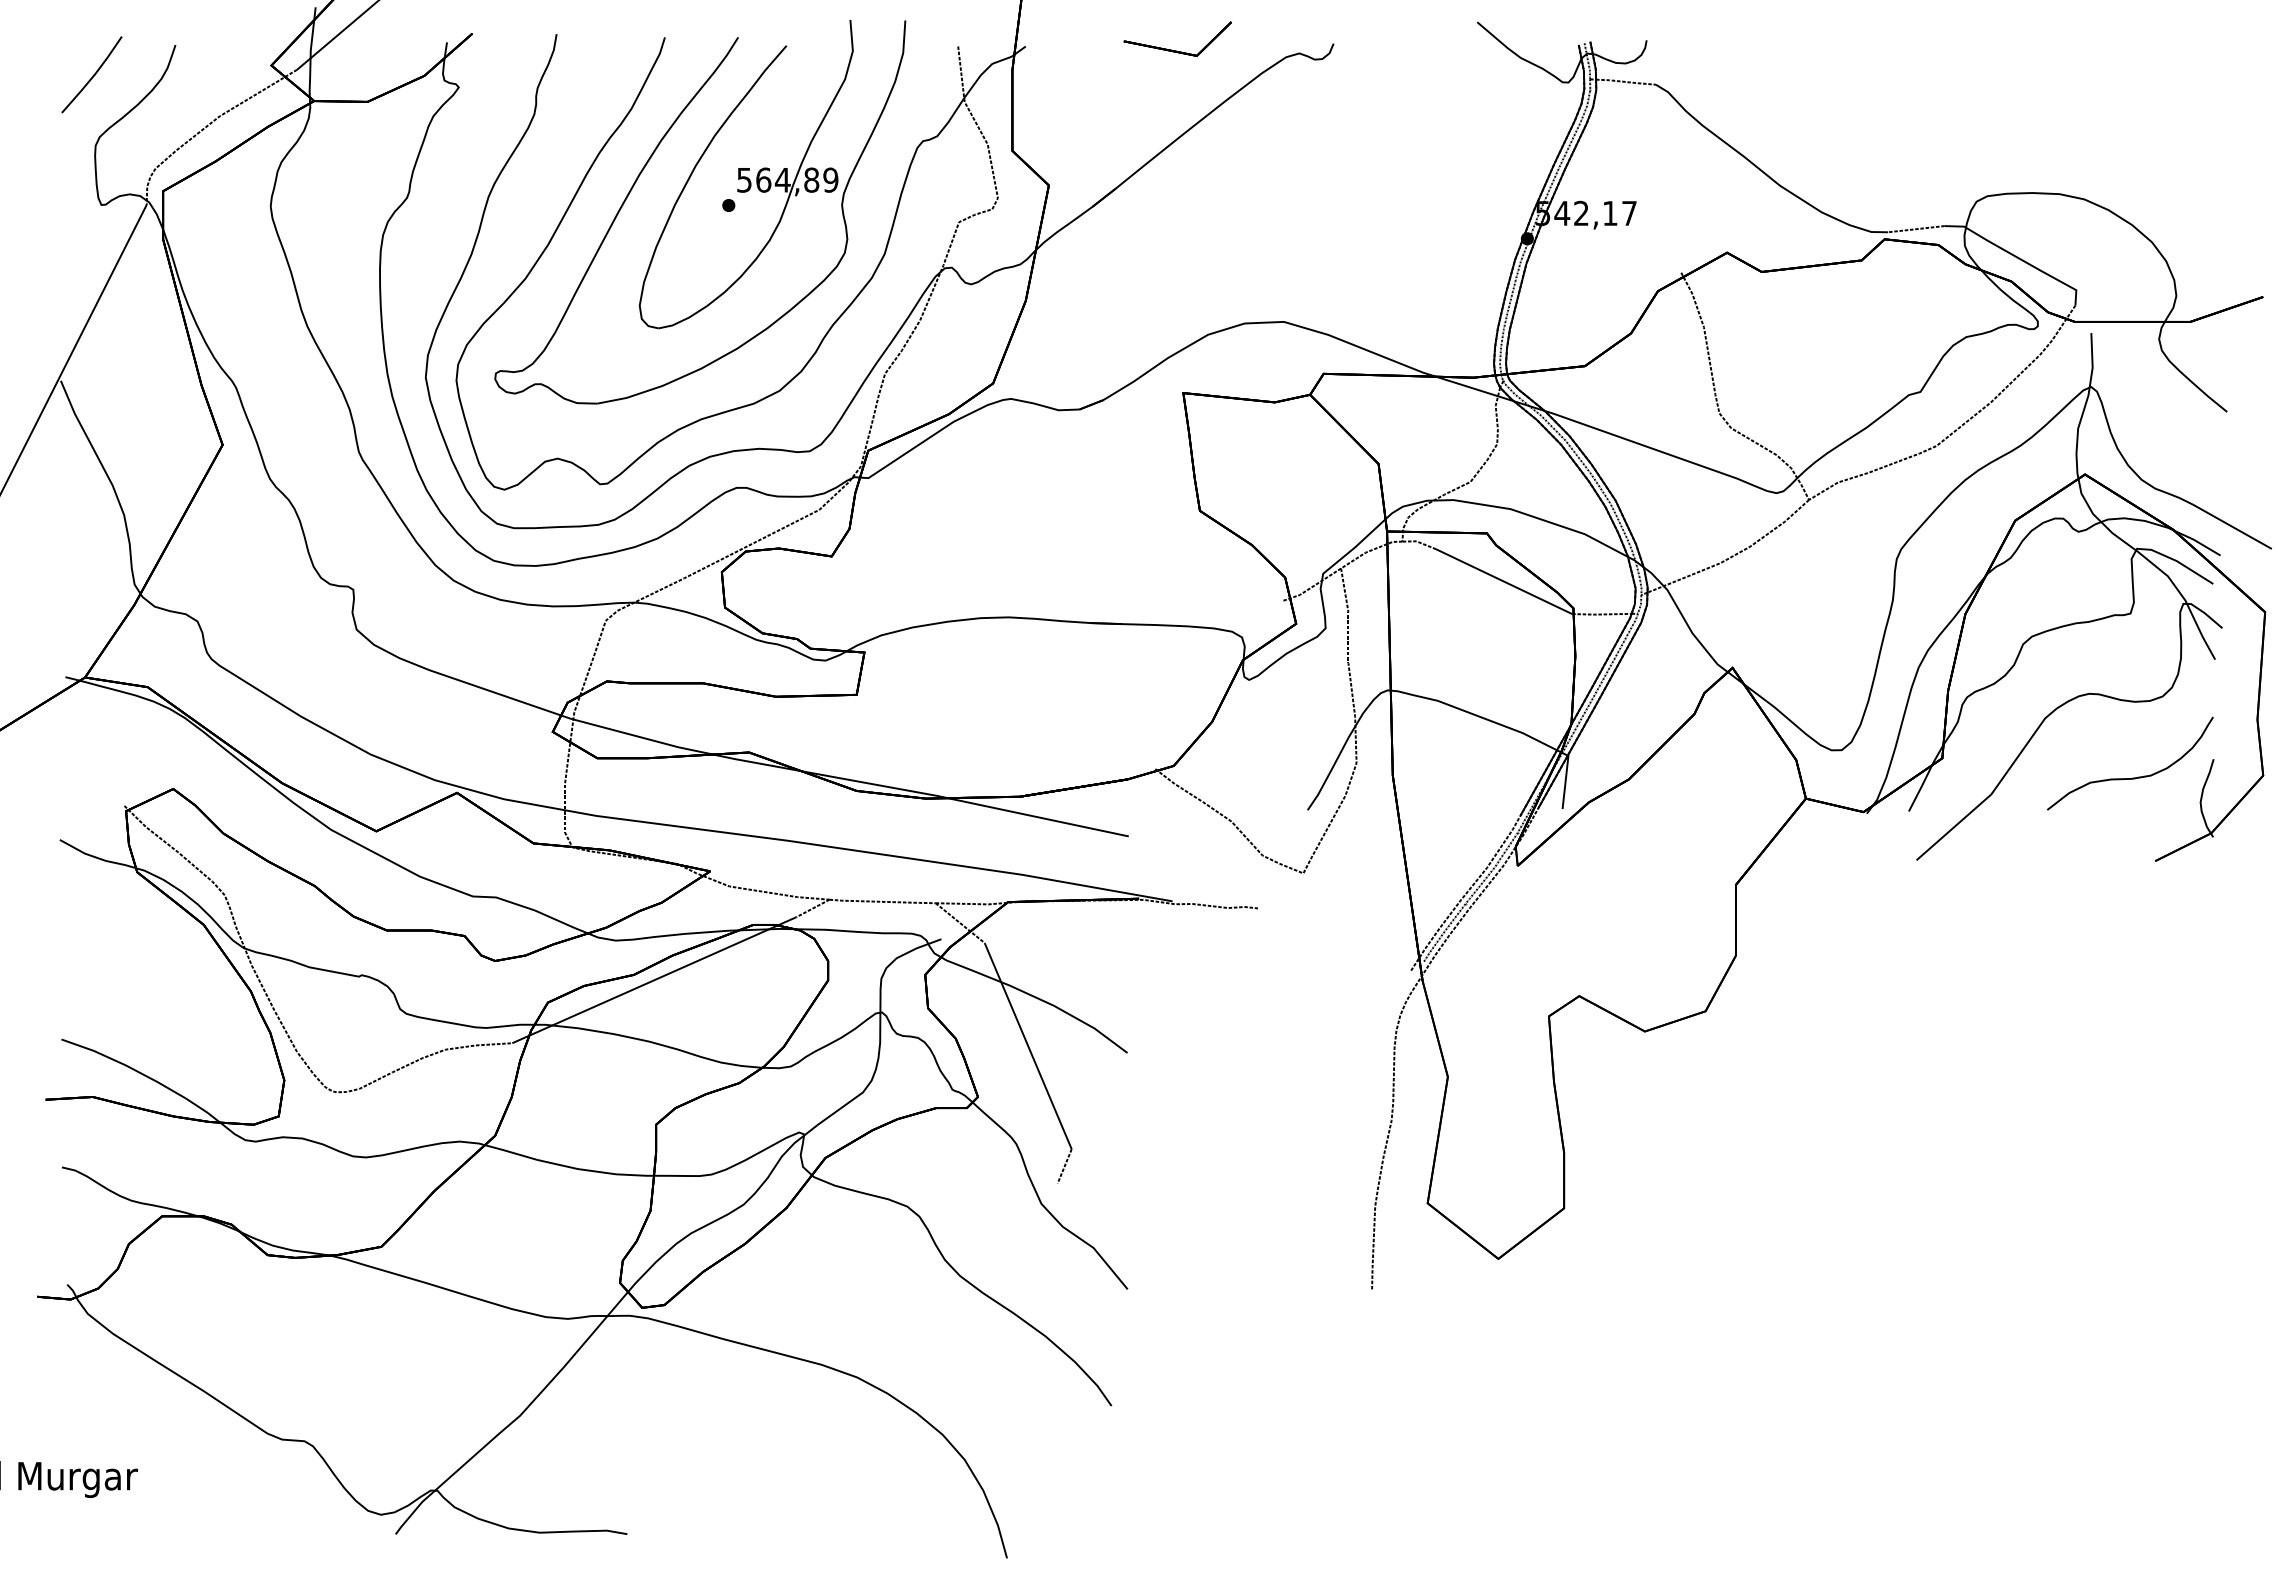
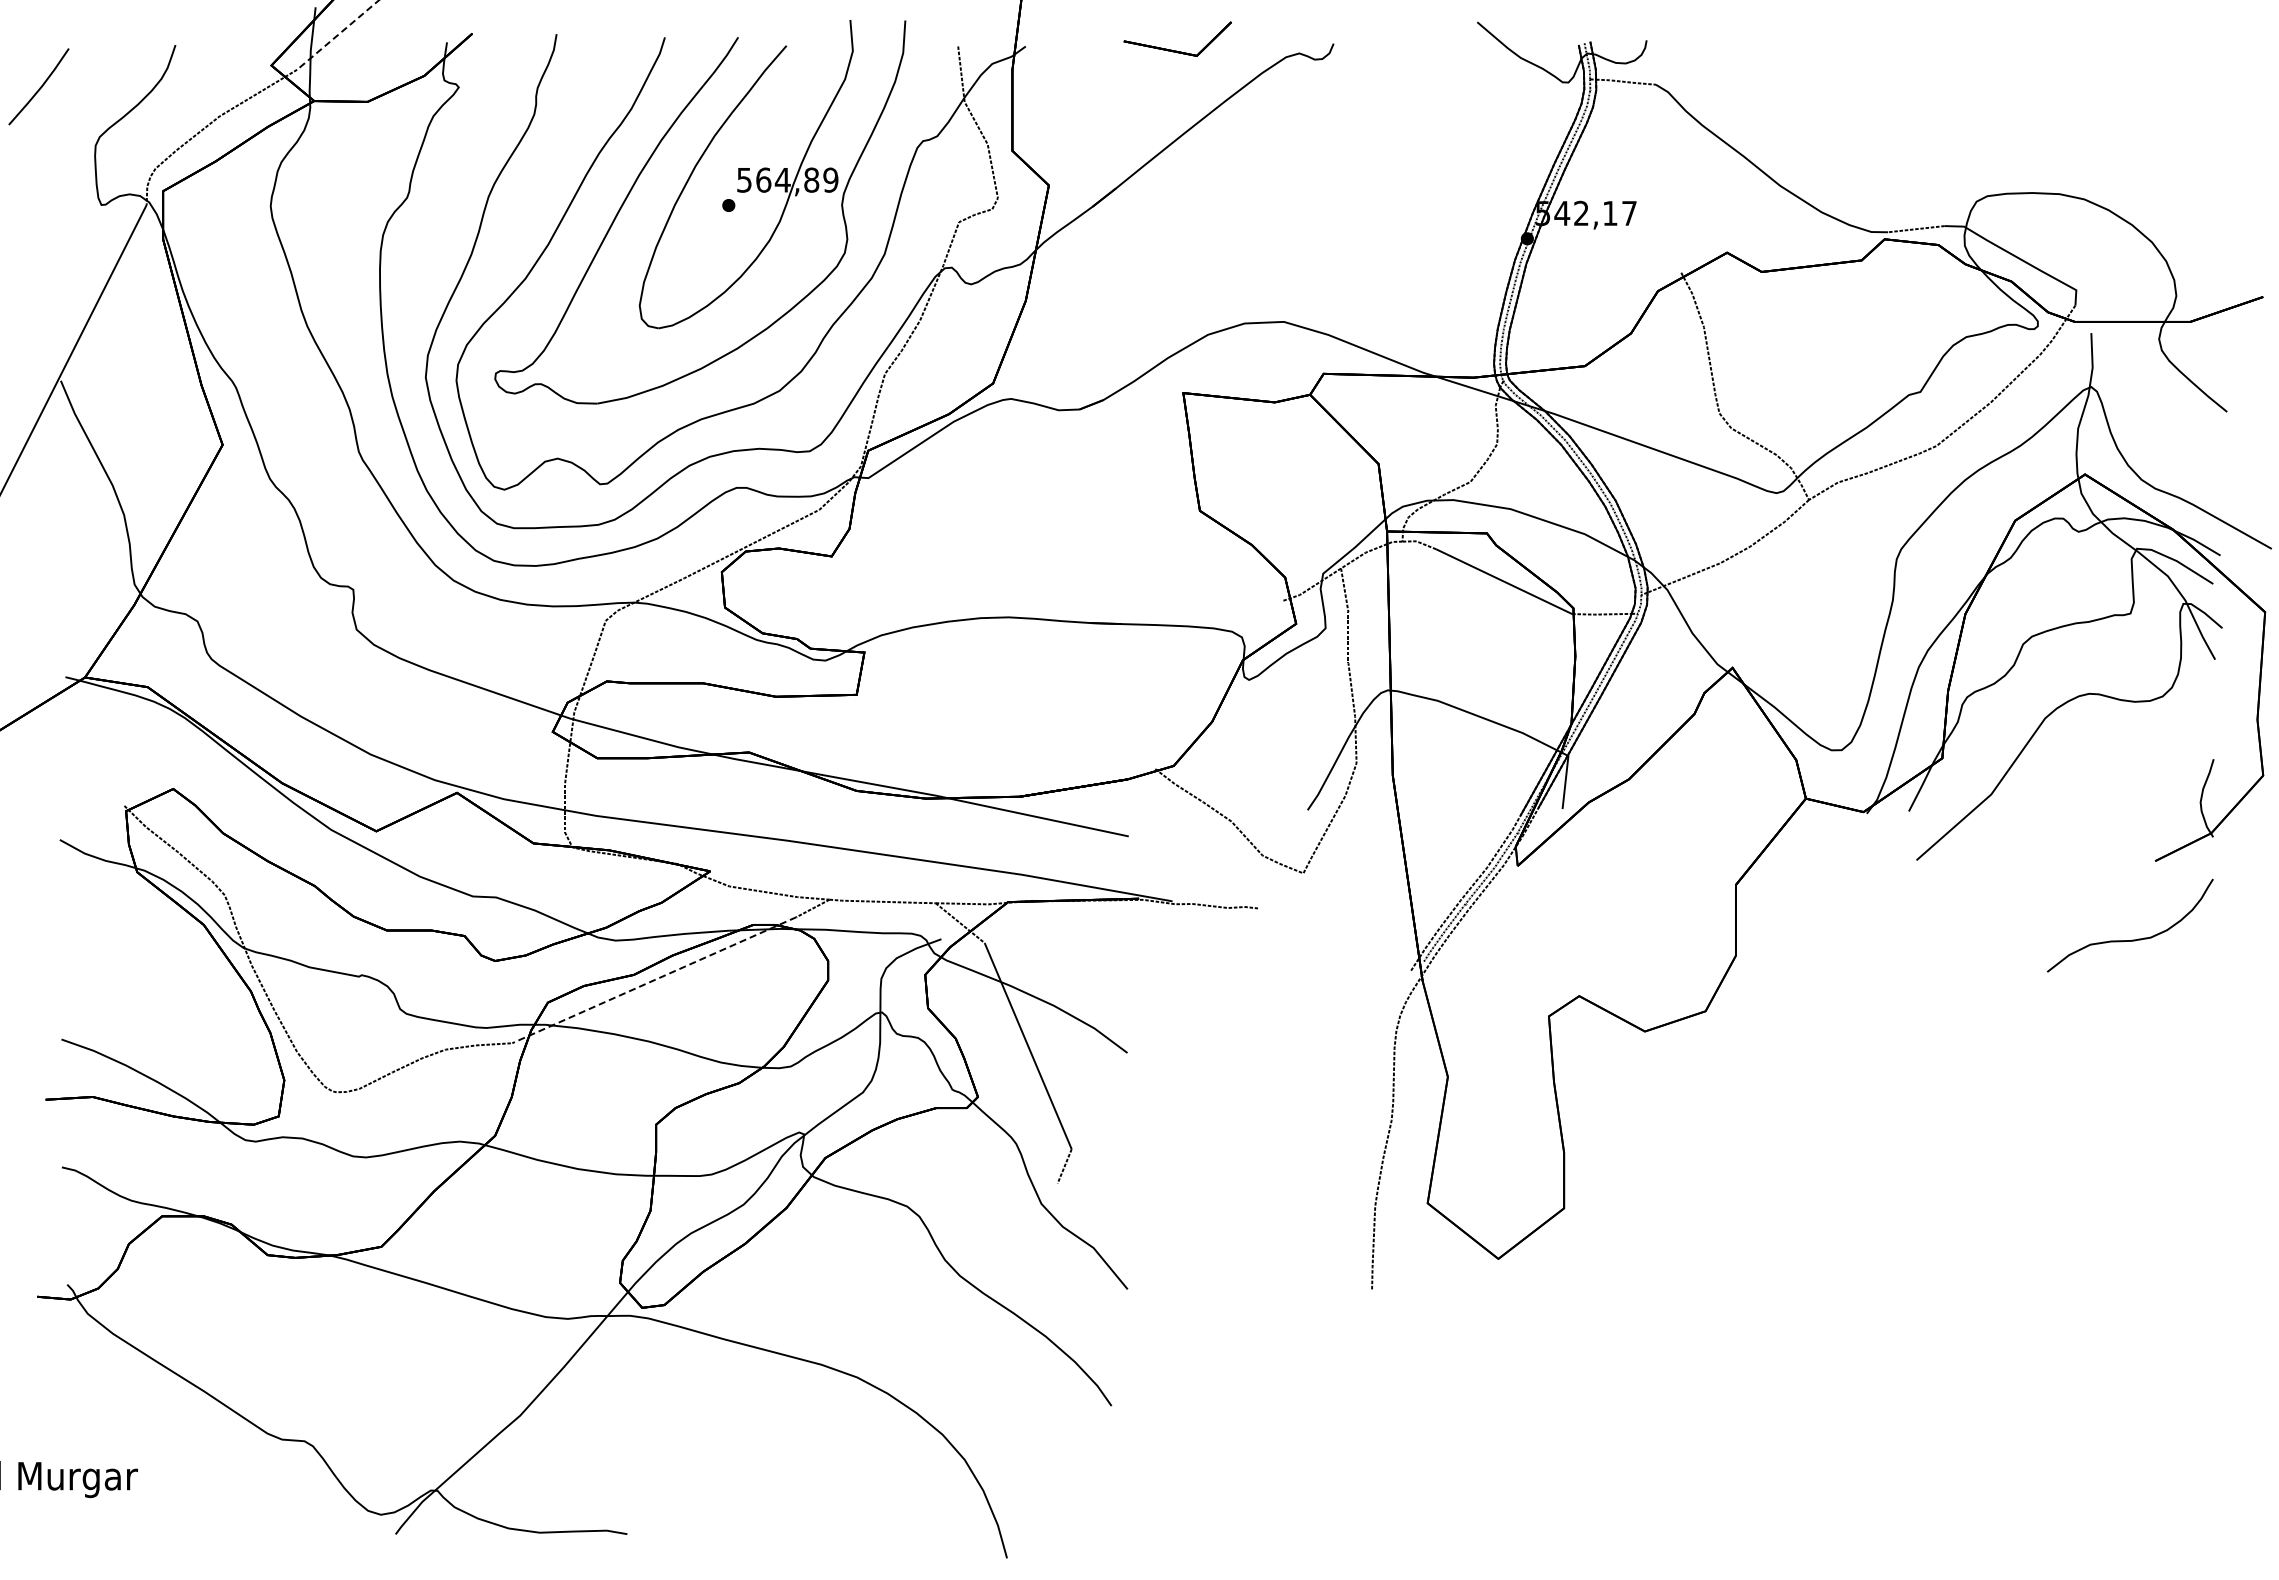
line at (338, 34): solid -> dashed
line at (92, 75) position: (92, 75) -> (39, 87)
curve at (2132, 777) position: (2132, 777) -> (2132, 939)
line at (653, 980): solid -> dashed
